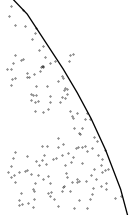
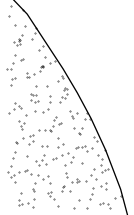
part at (18, 40): none -> present
part at (71, 57): present -> none
part at (39, 129): none -> present
part at (105, 205): none -> present
